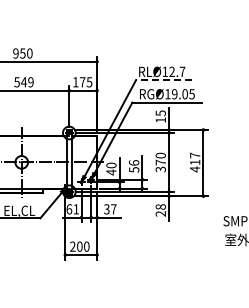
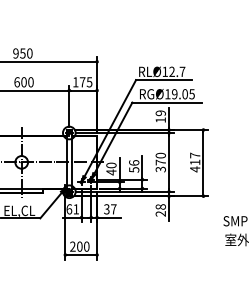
line at (163, 80): dashed -> solid
text at (23, 82): 549 -> 600
text at (160, 113): 15 -> 19
